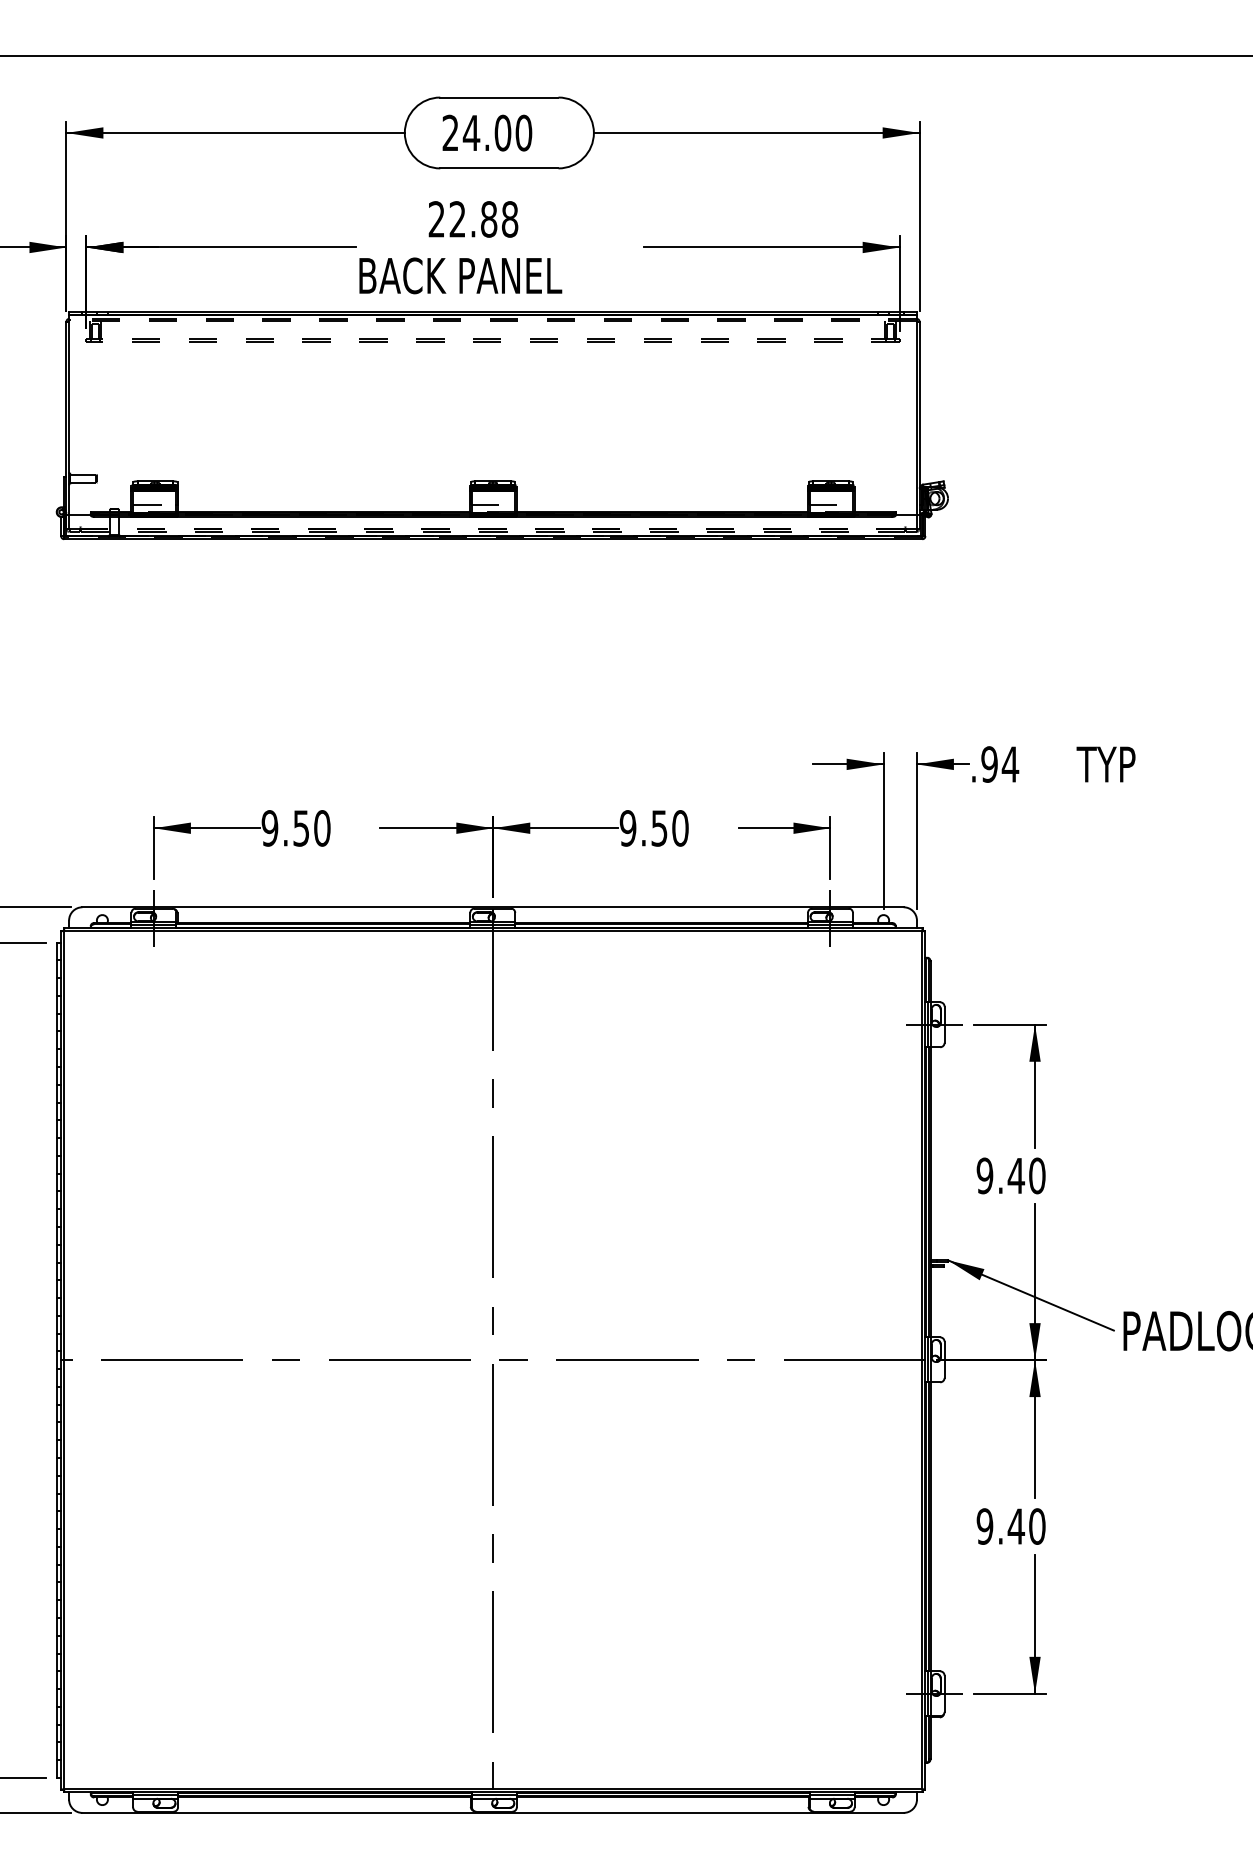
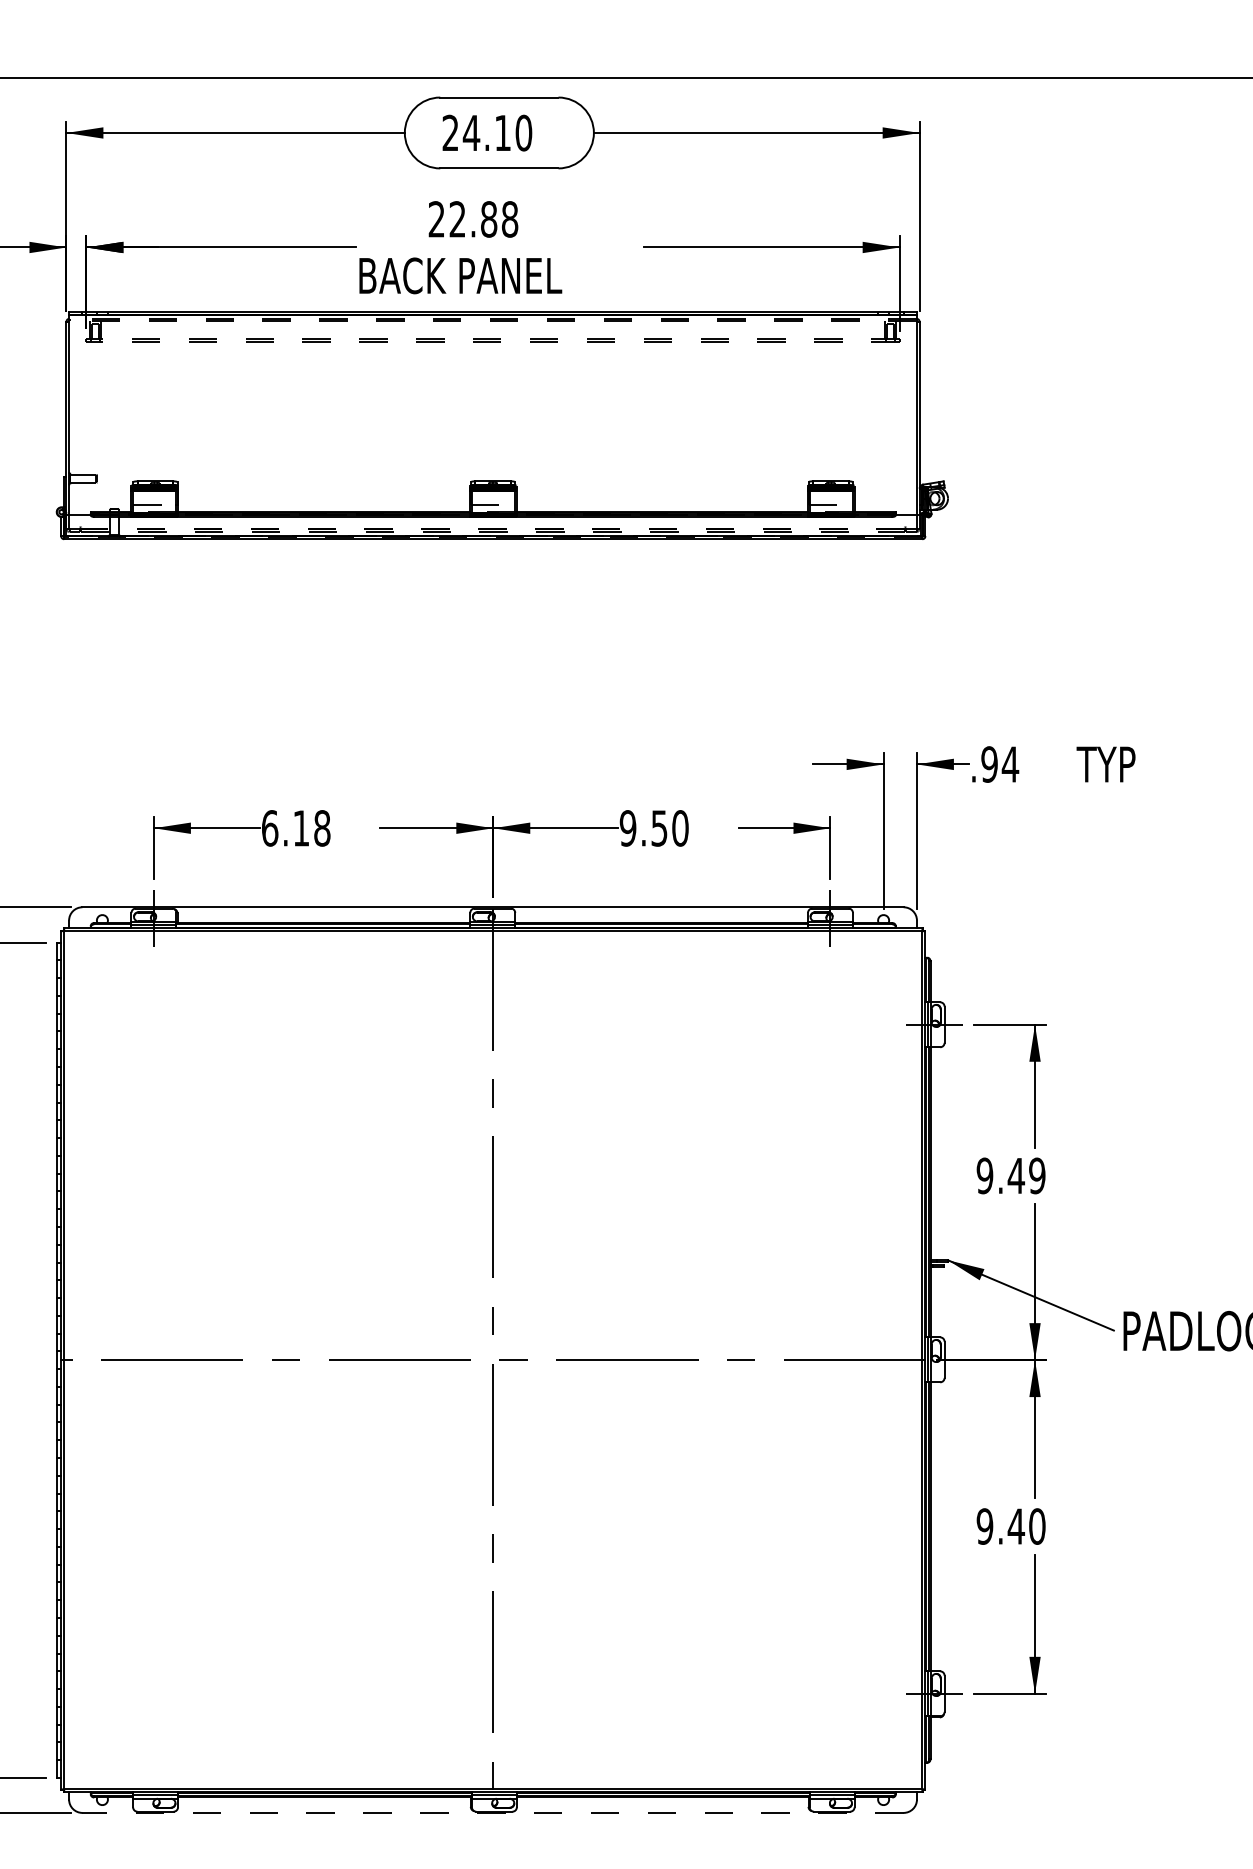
line at (625, 56) position: (625, 56) -> (625, 78)
text at (502, 132): 24.00 -> 24.10
text at (295, 828): 9.50 -> 6.18
text at (1037, 1175): 9.40 -> 9.49
line at (493, 1812): solid -> dashed
